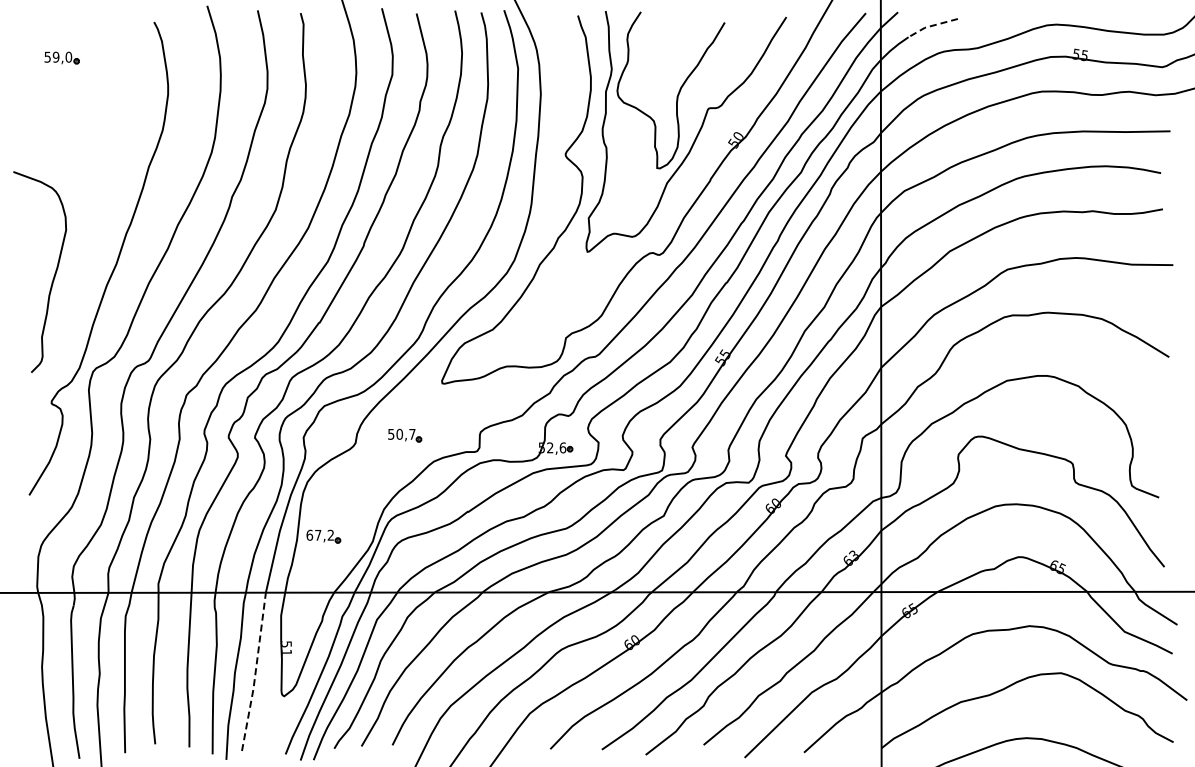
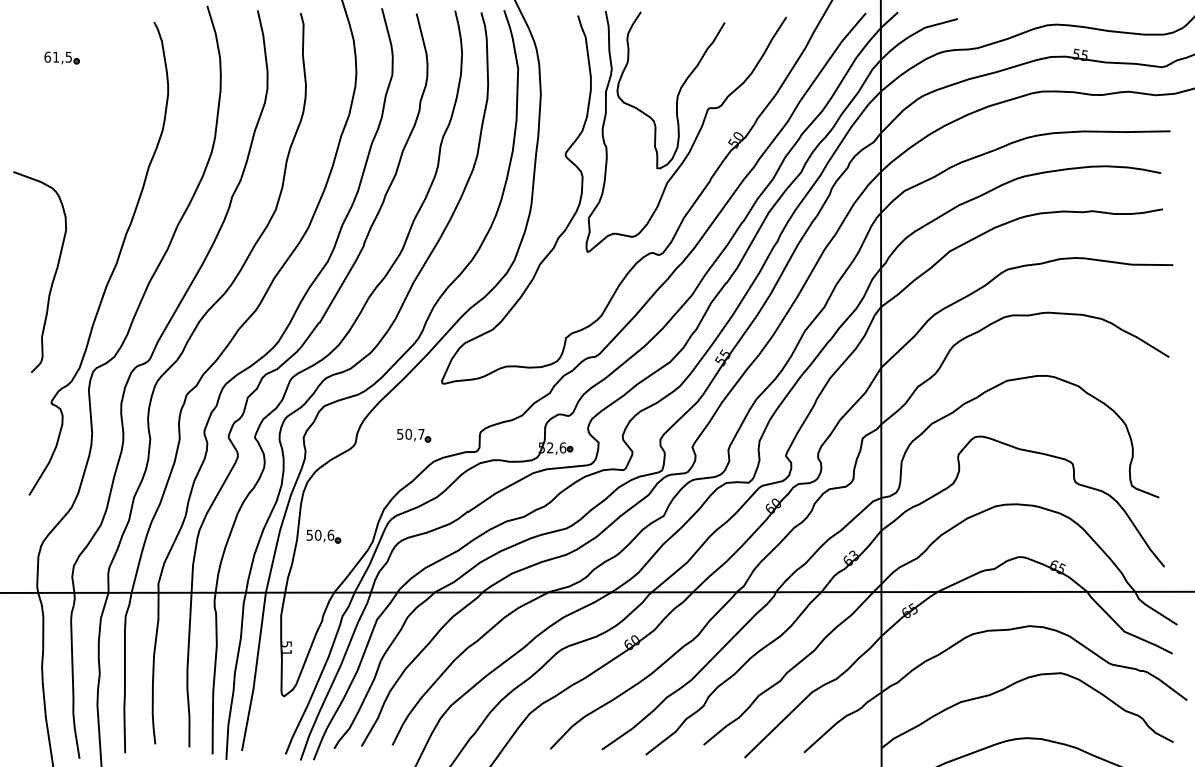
line at (931, 26): dashed -> solid
text at (58, 56): 59,0 -> 61,5
part at (405, 435) position: (405, 435) -> (414, 435)
text at (320, 534): 67,2 -> 50,6
line at (255, 672): dashed -> solid
